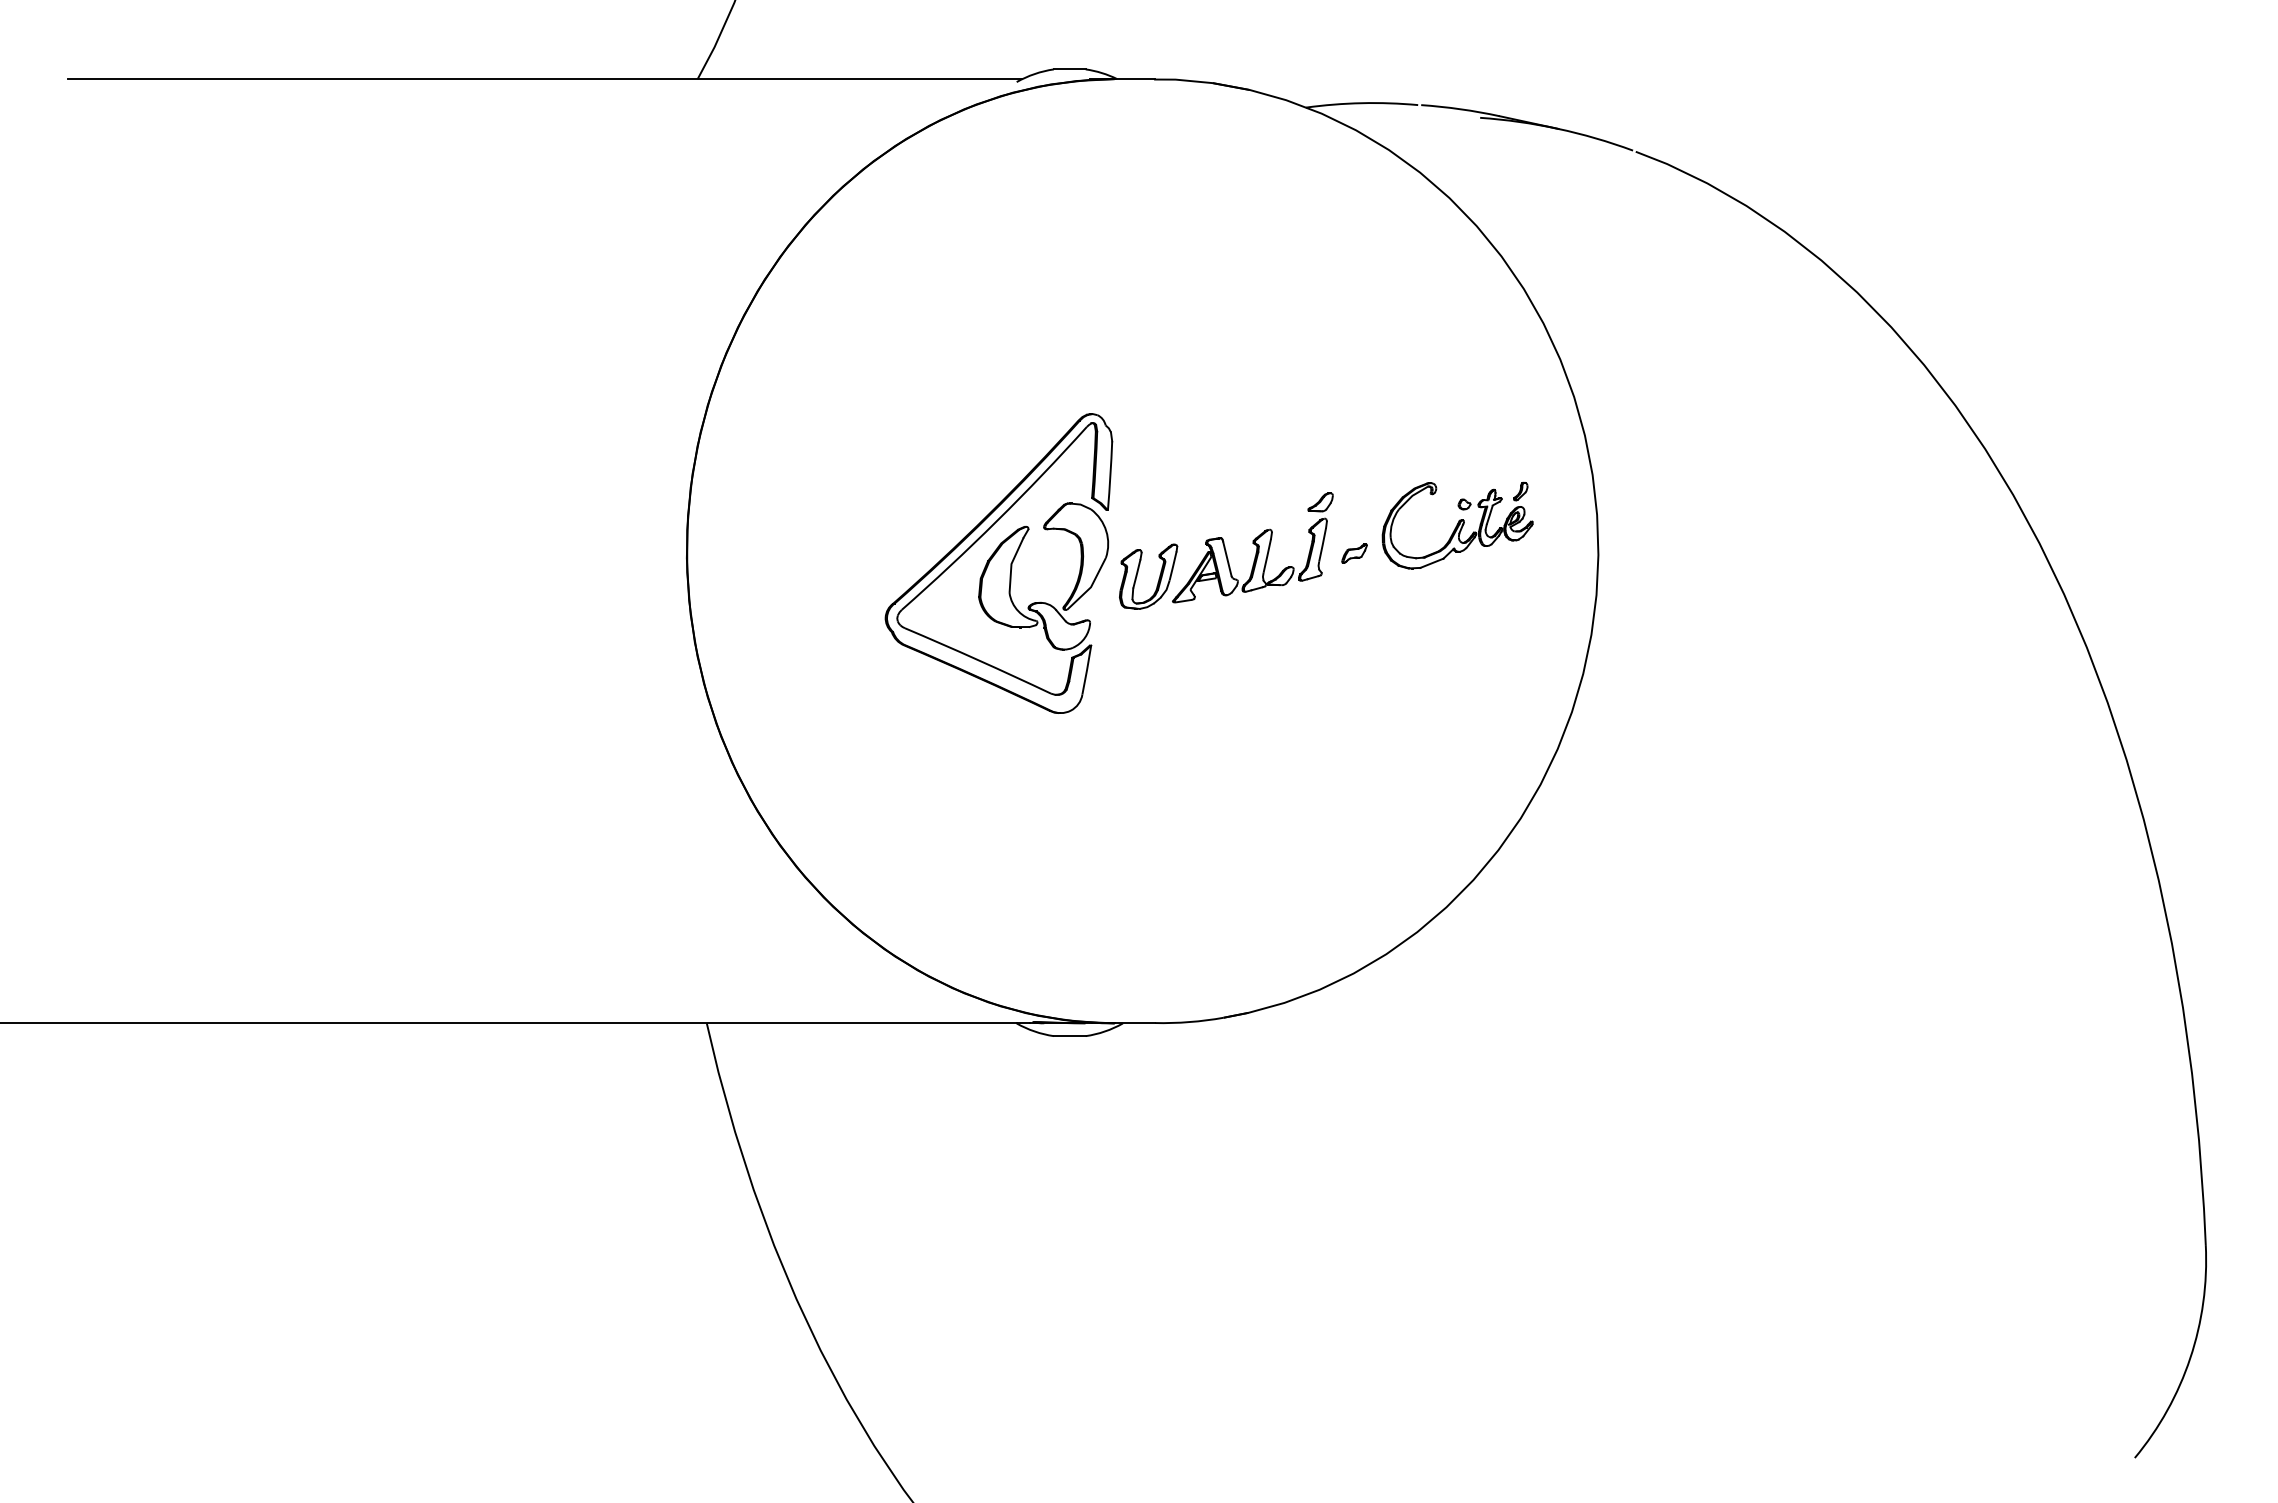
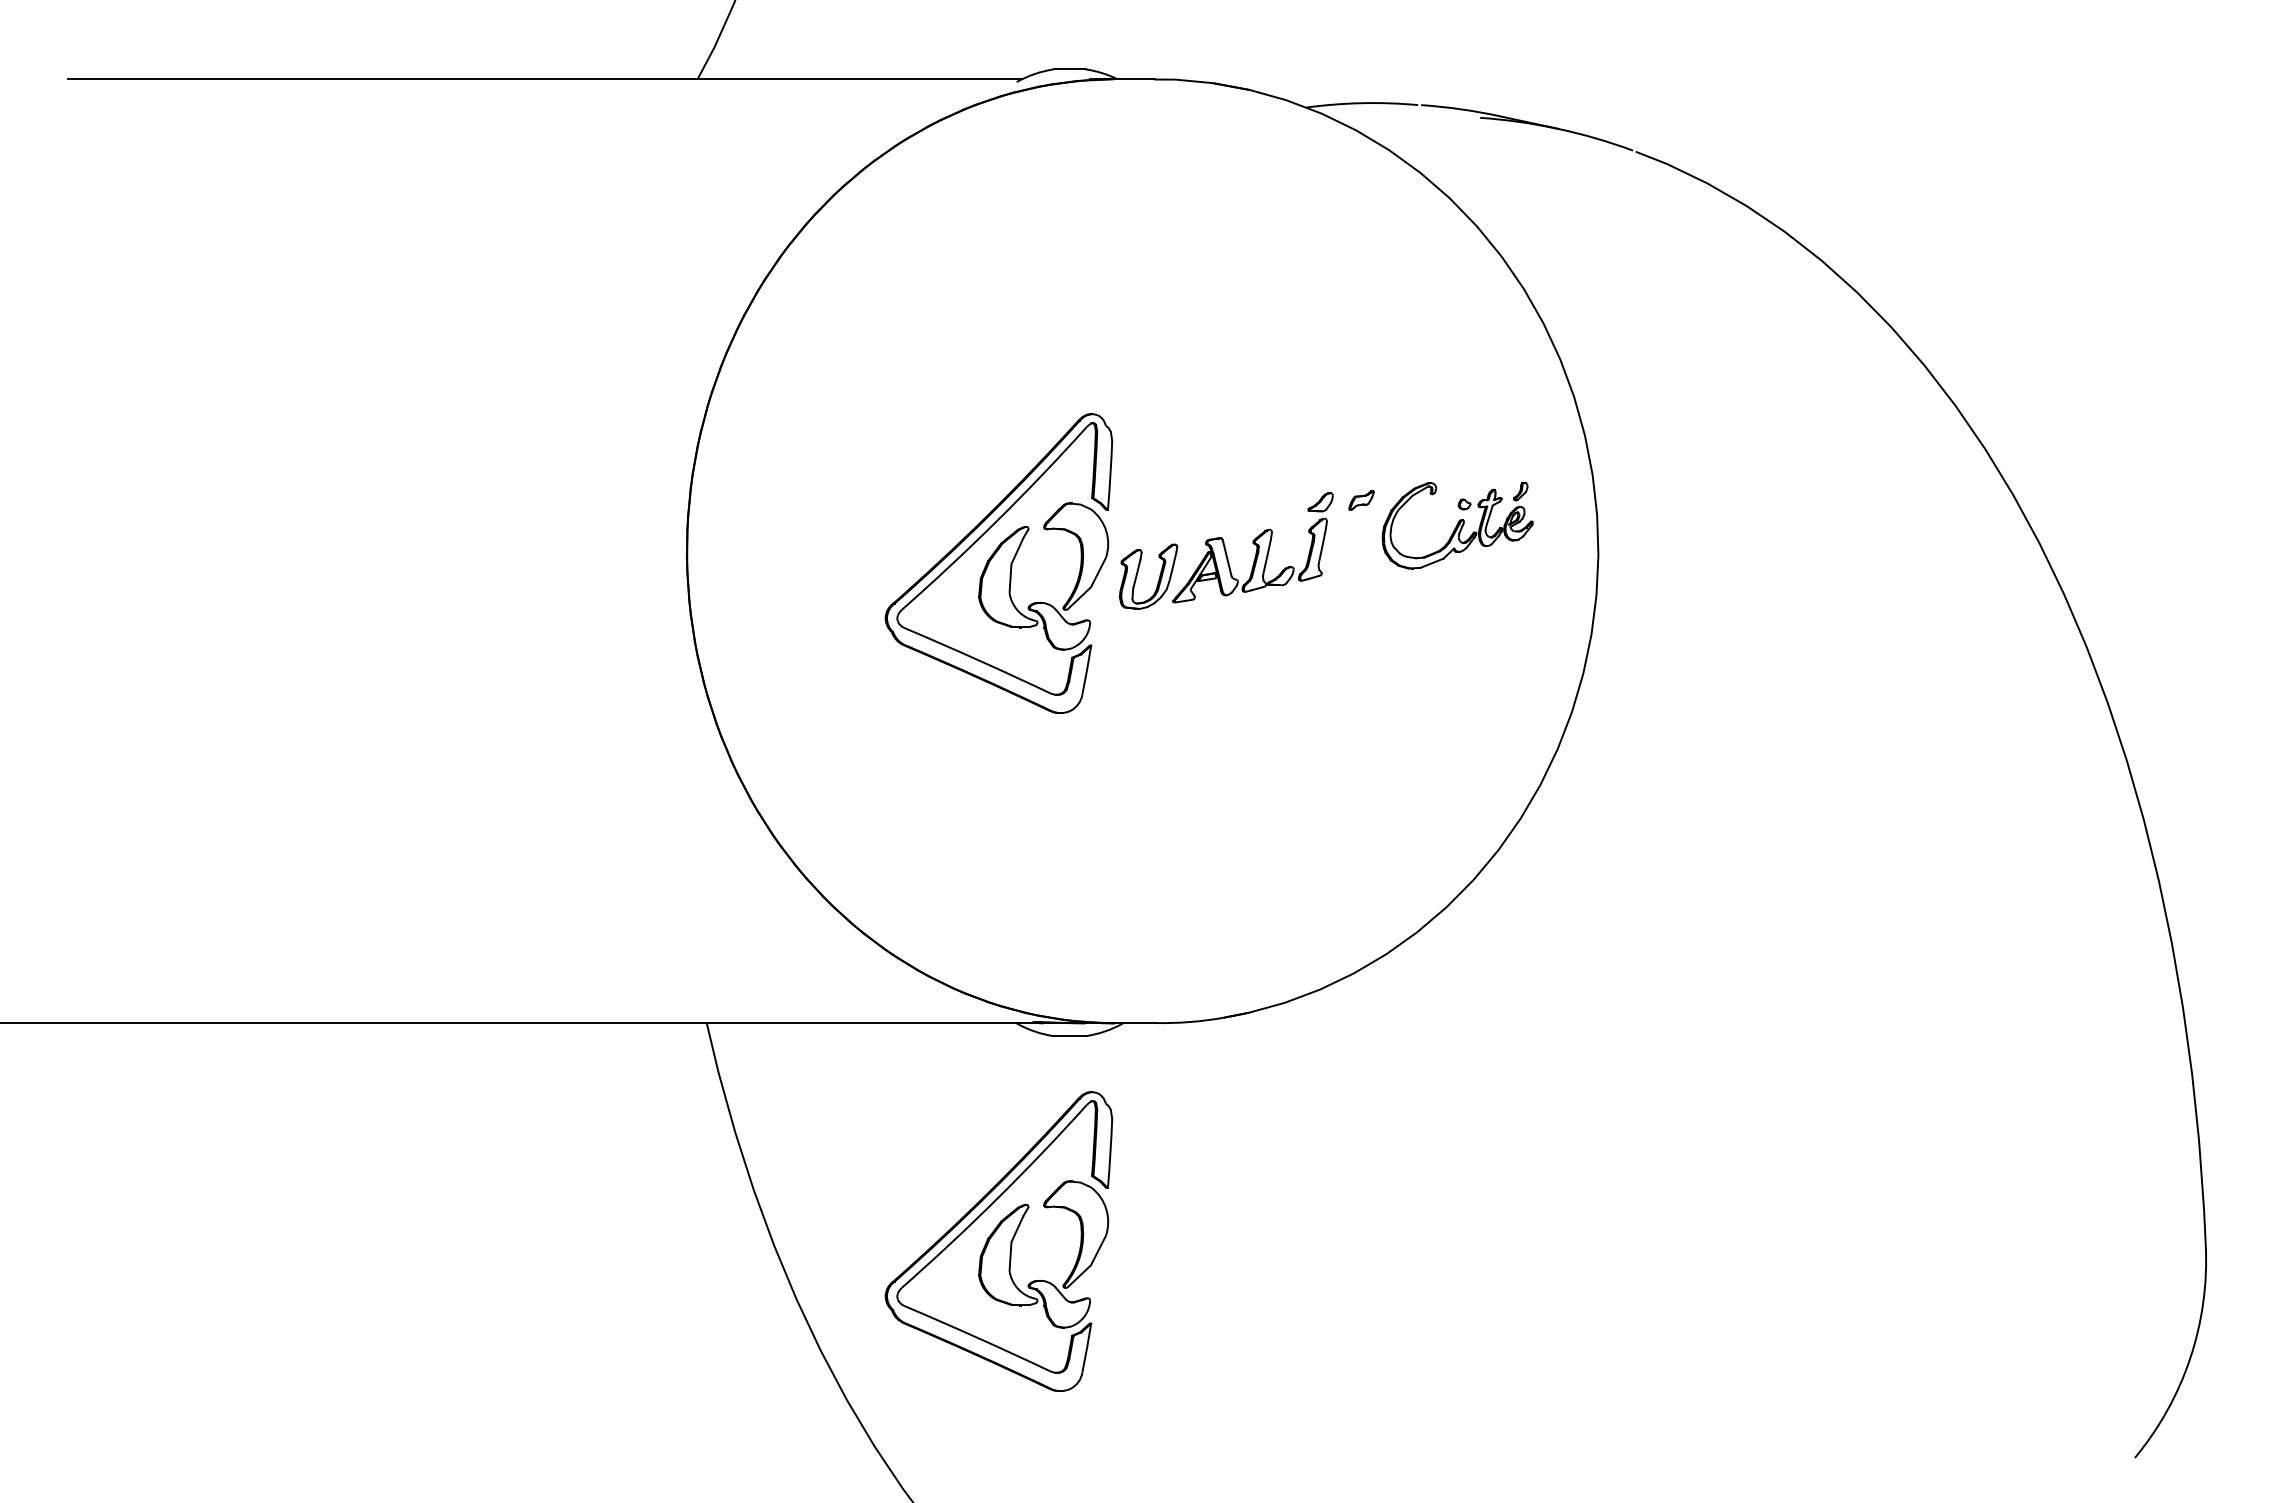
part at (1354, 553) position: (1354, 553) -> (1361, 500)
part at (998, 1241): none -> present
